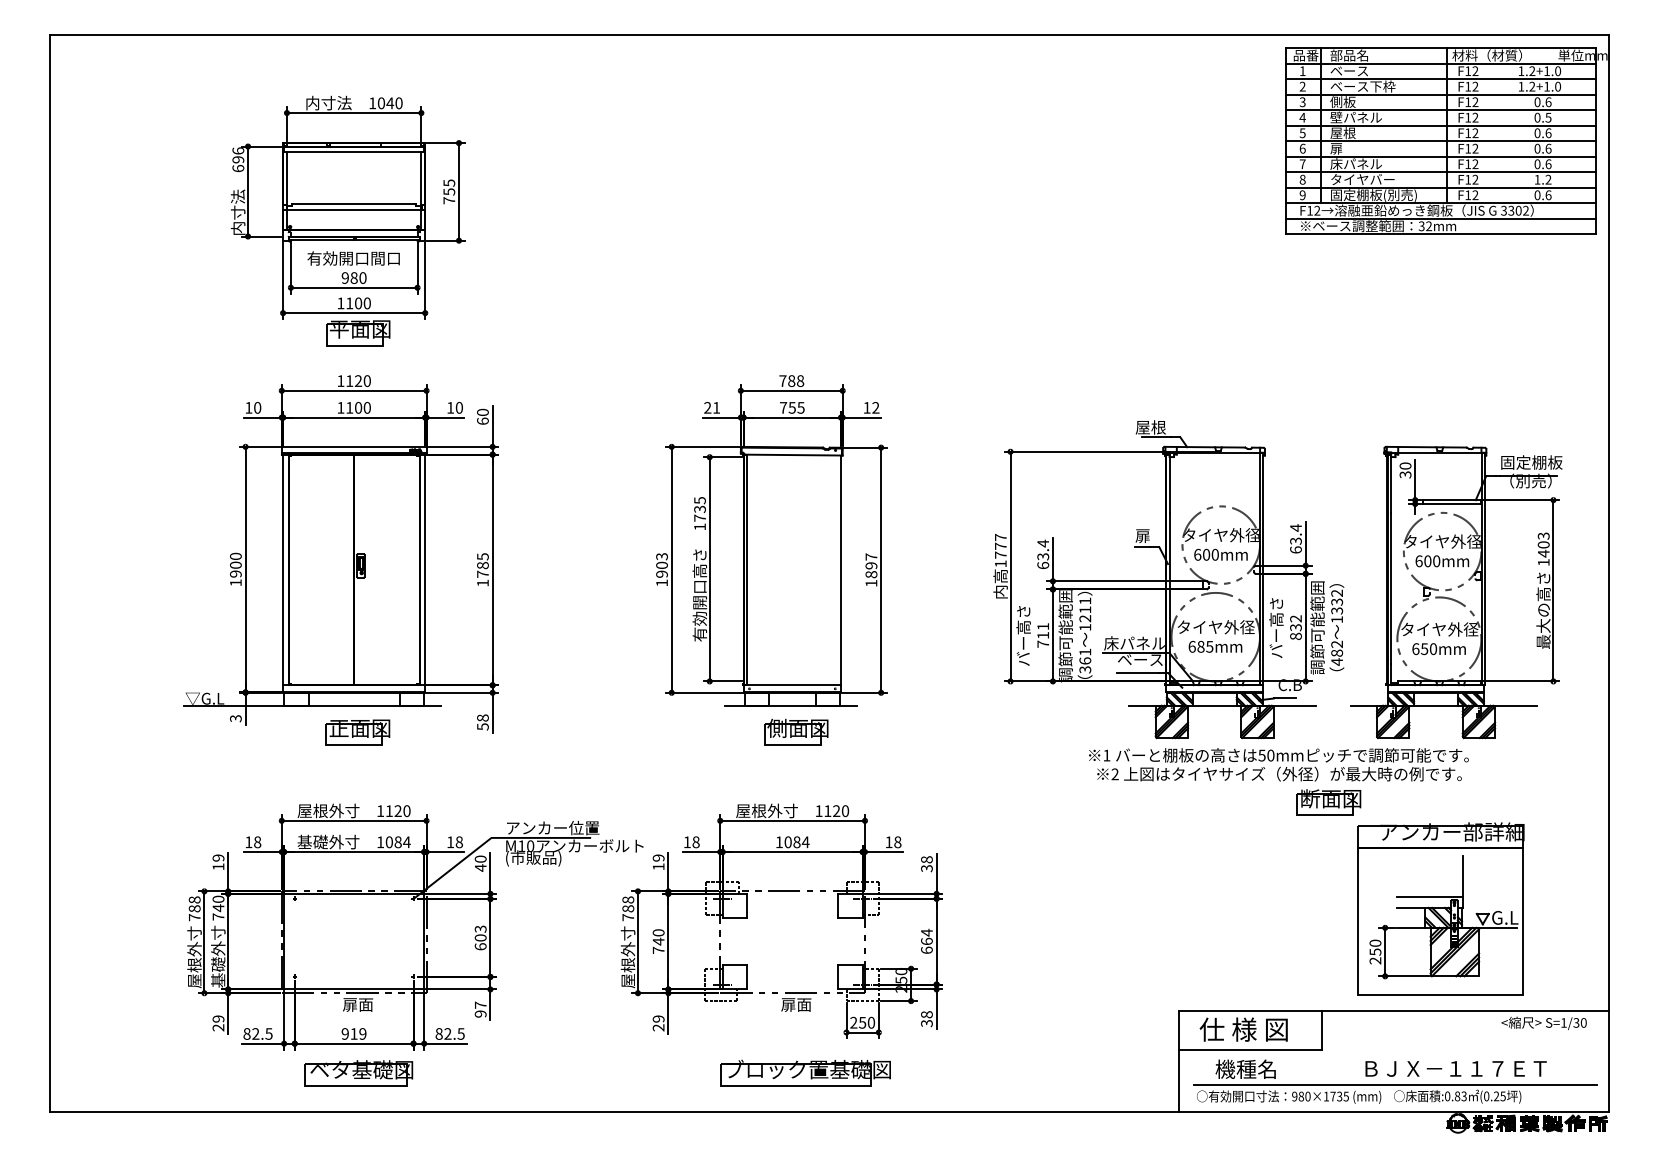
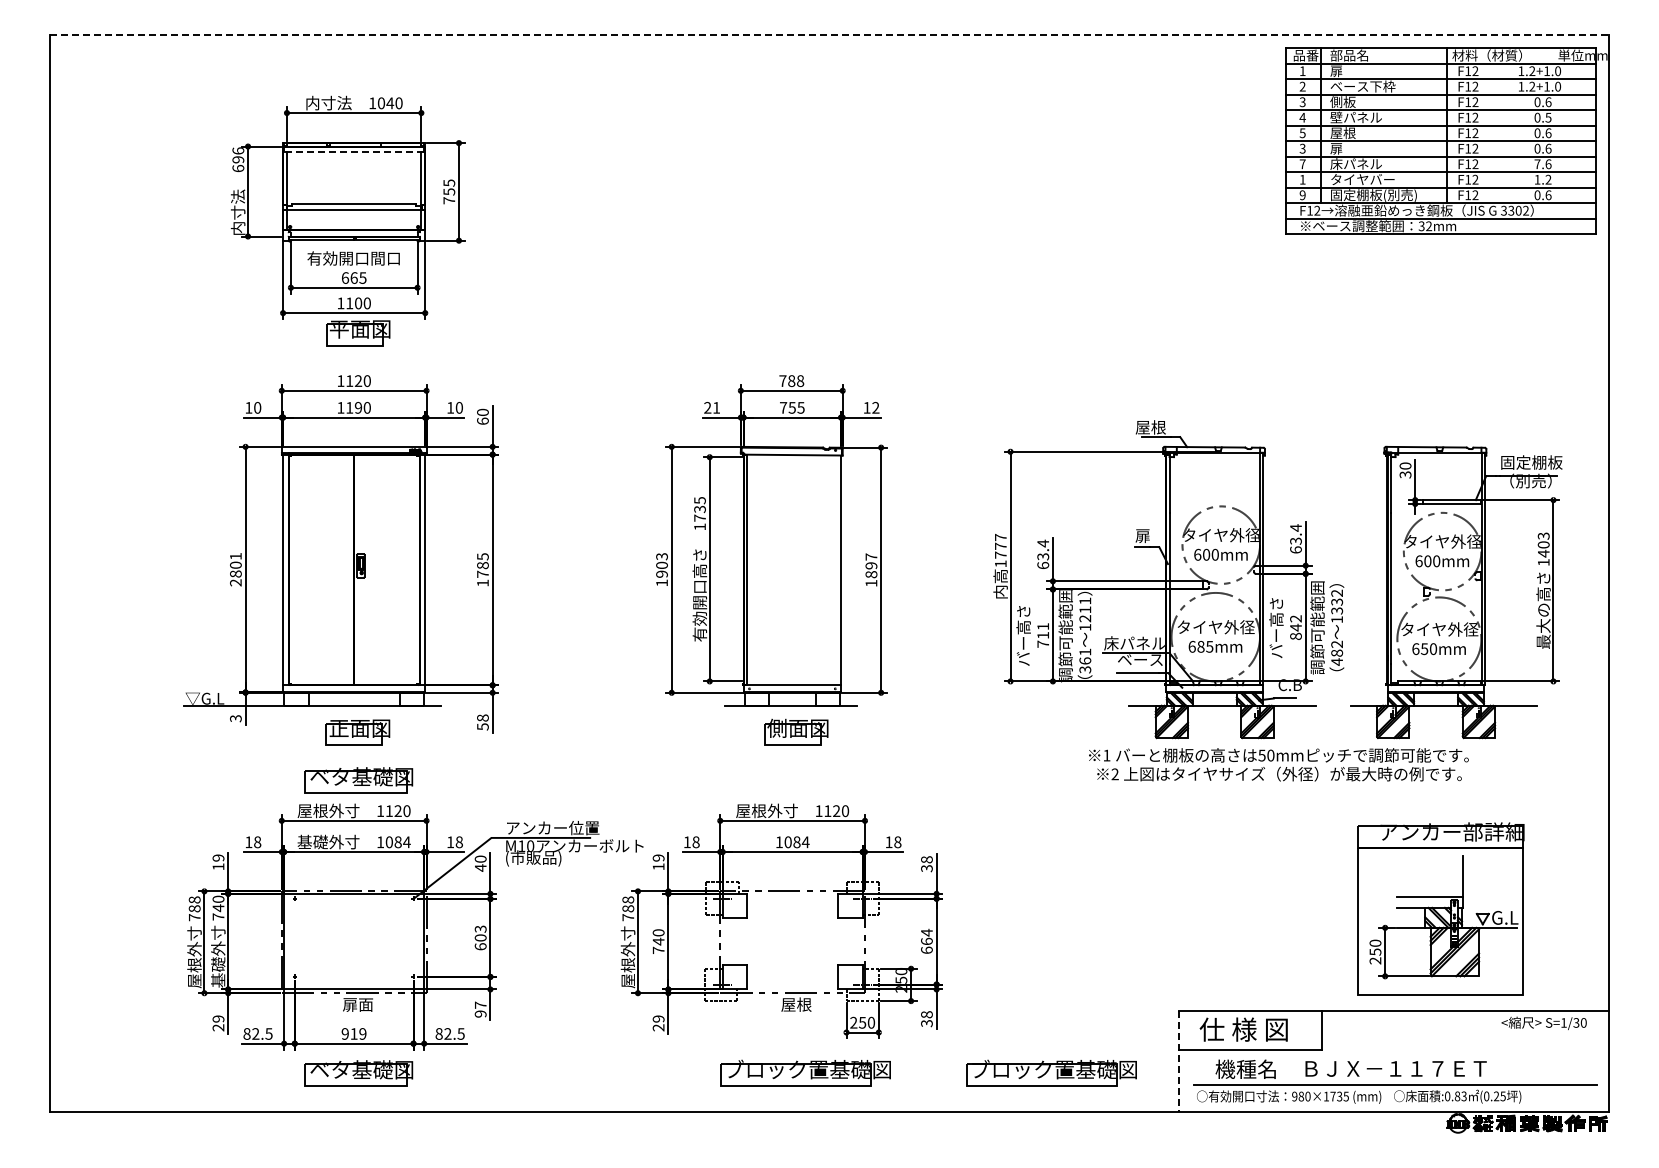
line at (829, 35): solid -> dashed
text at (1348, 71): ベース -> 扉
text at (1302, 148): 6 -> 3
line at (353, 152): solid -> dashed
text at (1537, 164): 0.6 -> 7.6
text at (1302, 179): 8 -> 1
text at (353, 277): 980 -> 665
text at (358, 407): 1100 -> 1190
text at (235, 569): 1900 -> 2801
text at (1295, 627): 832 -> 842
part at (358, 780): none -> present
part at (1328, 802): present -> none
text at (796, 1004): 扉面 -> 屋根
line at (1178, 1061): solid -> dashed
text at (1455, 1068) position: (1455, 1068) -> (1395, 1068)
part at (1051, 1072): none -> present
